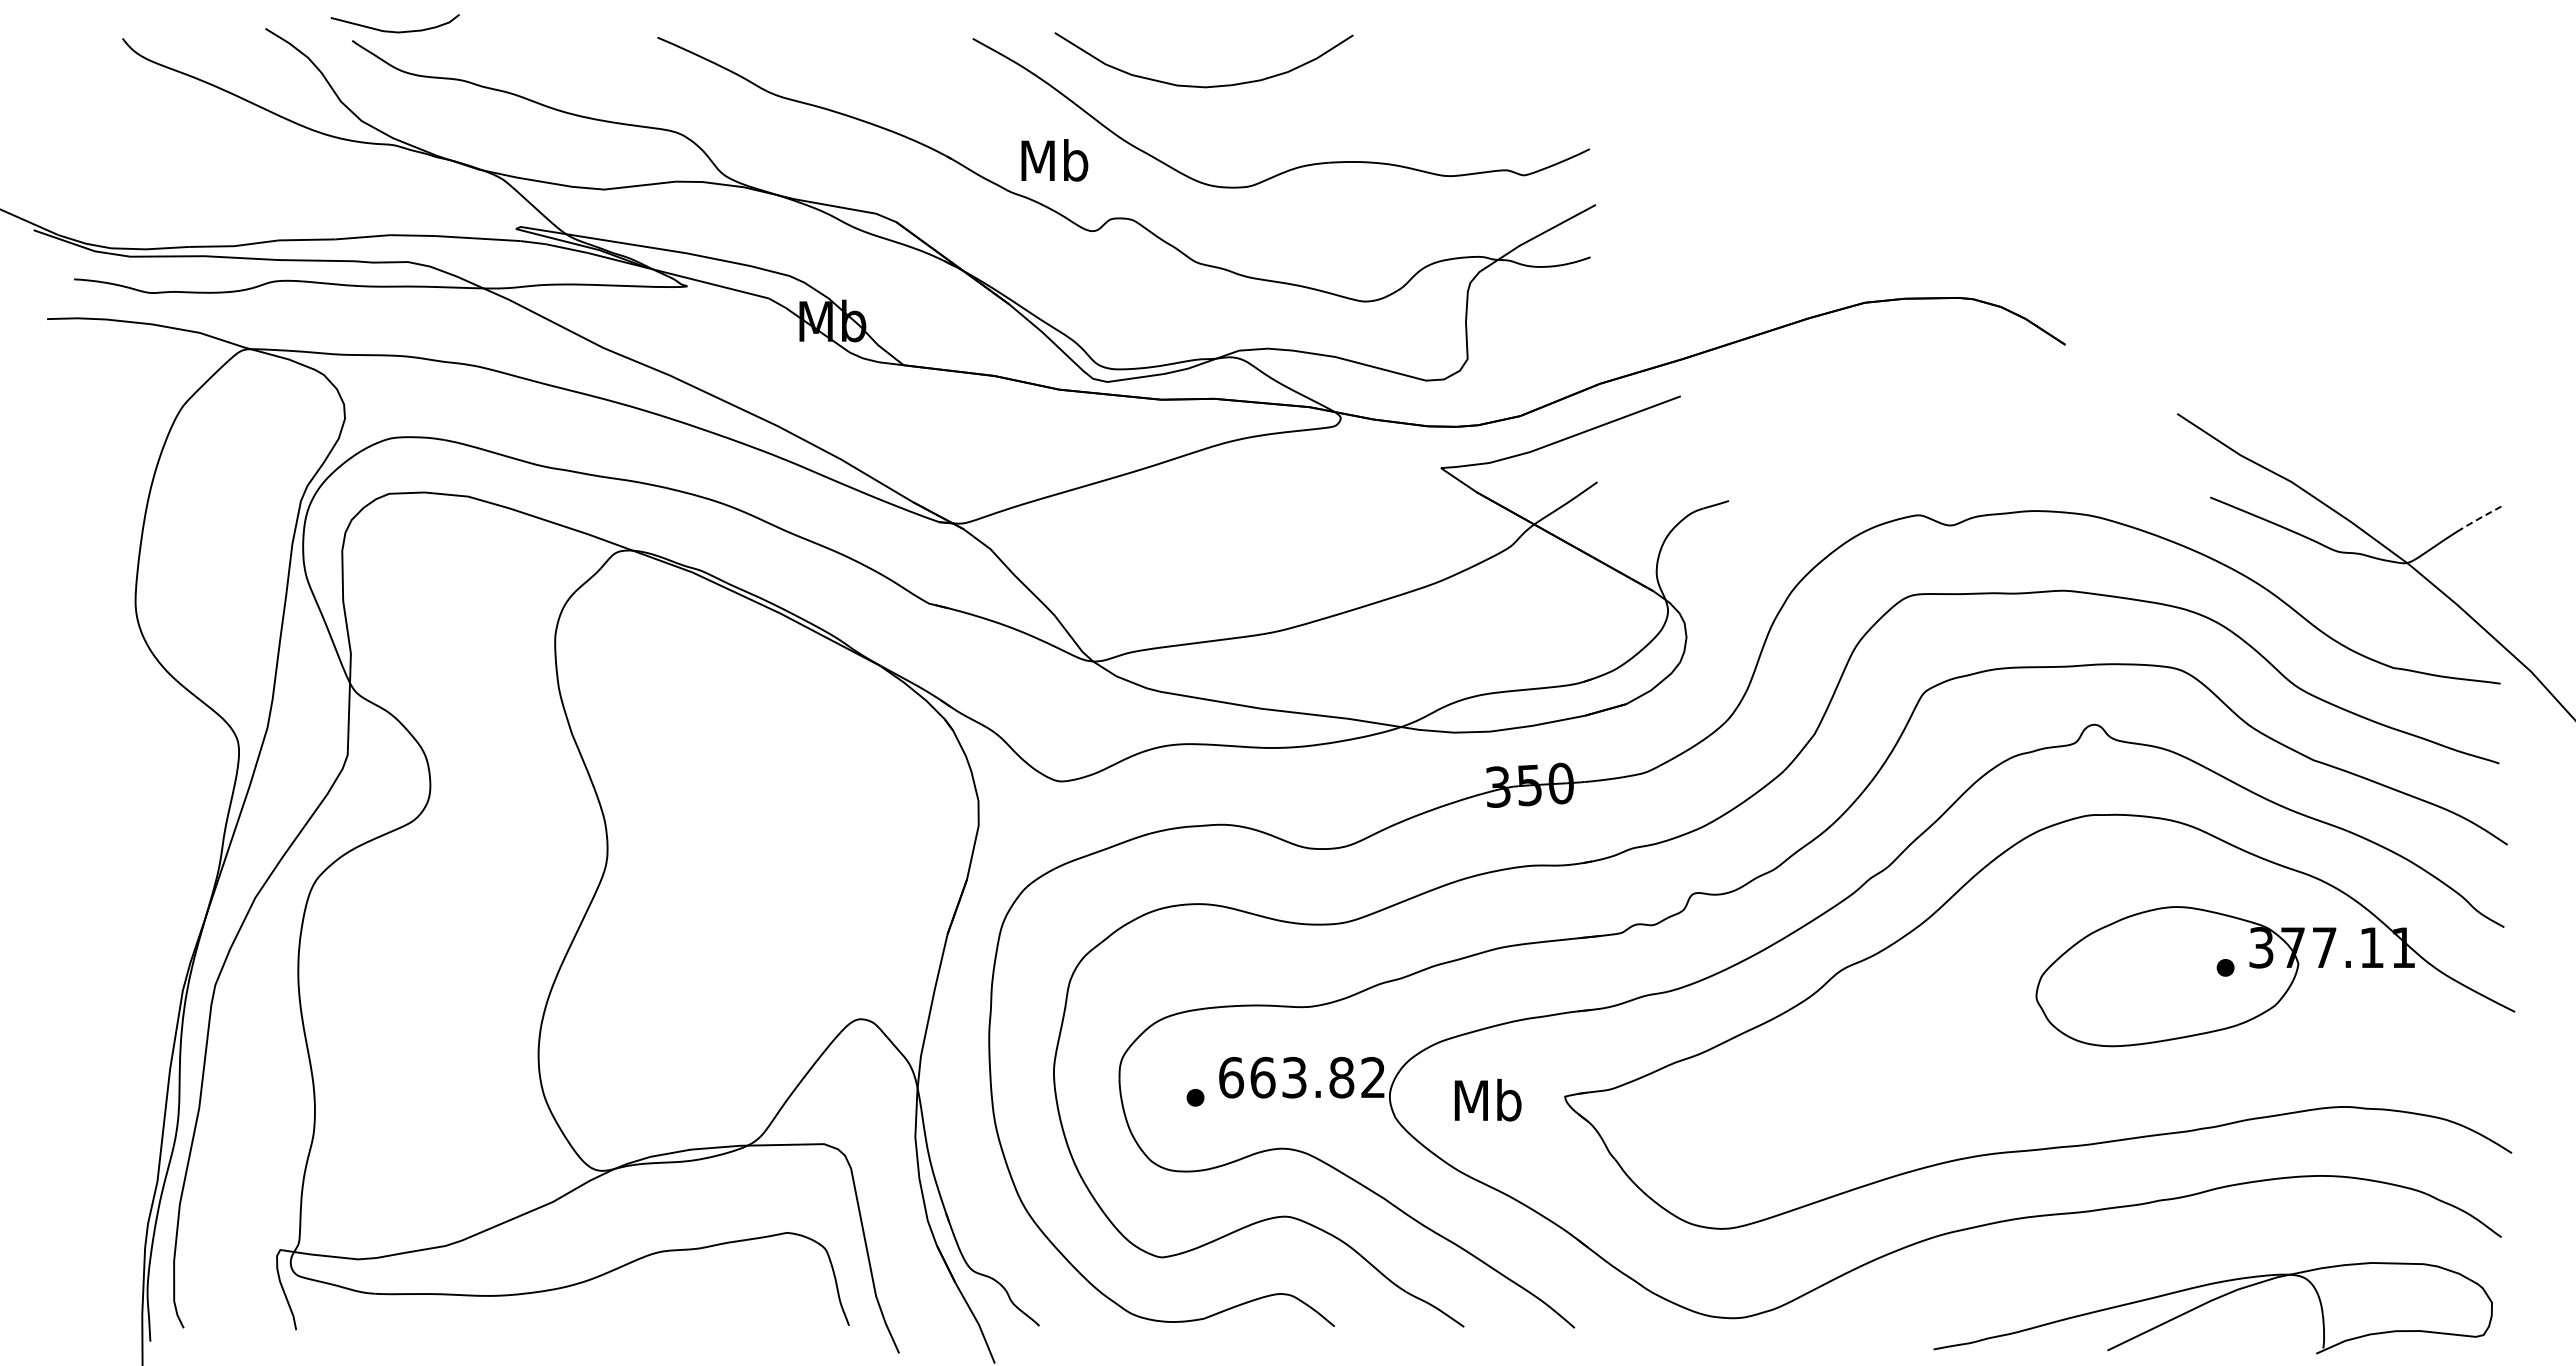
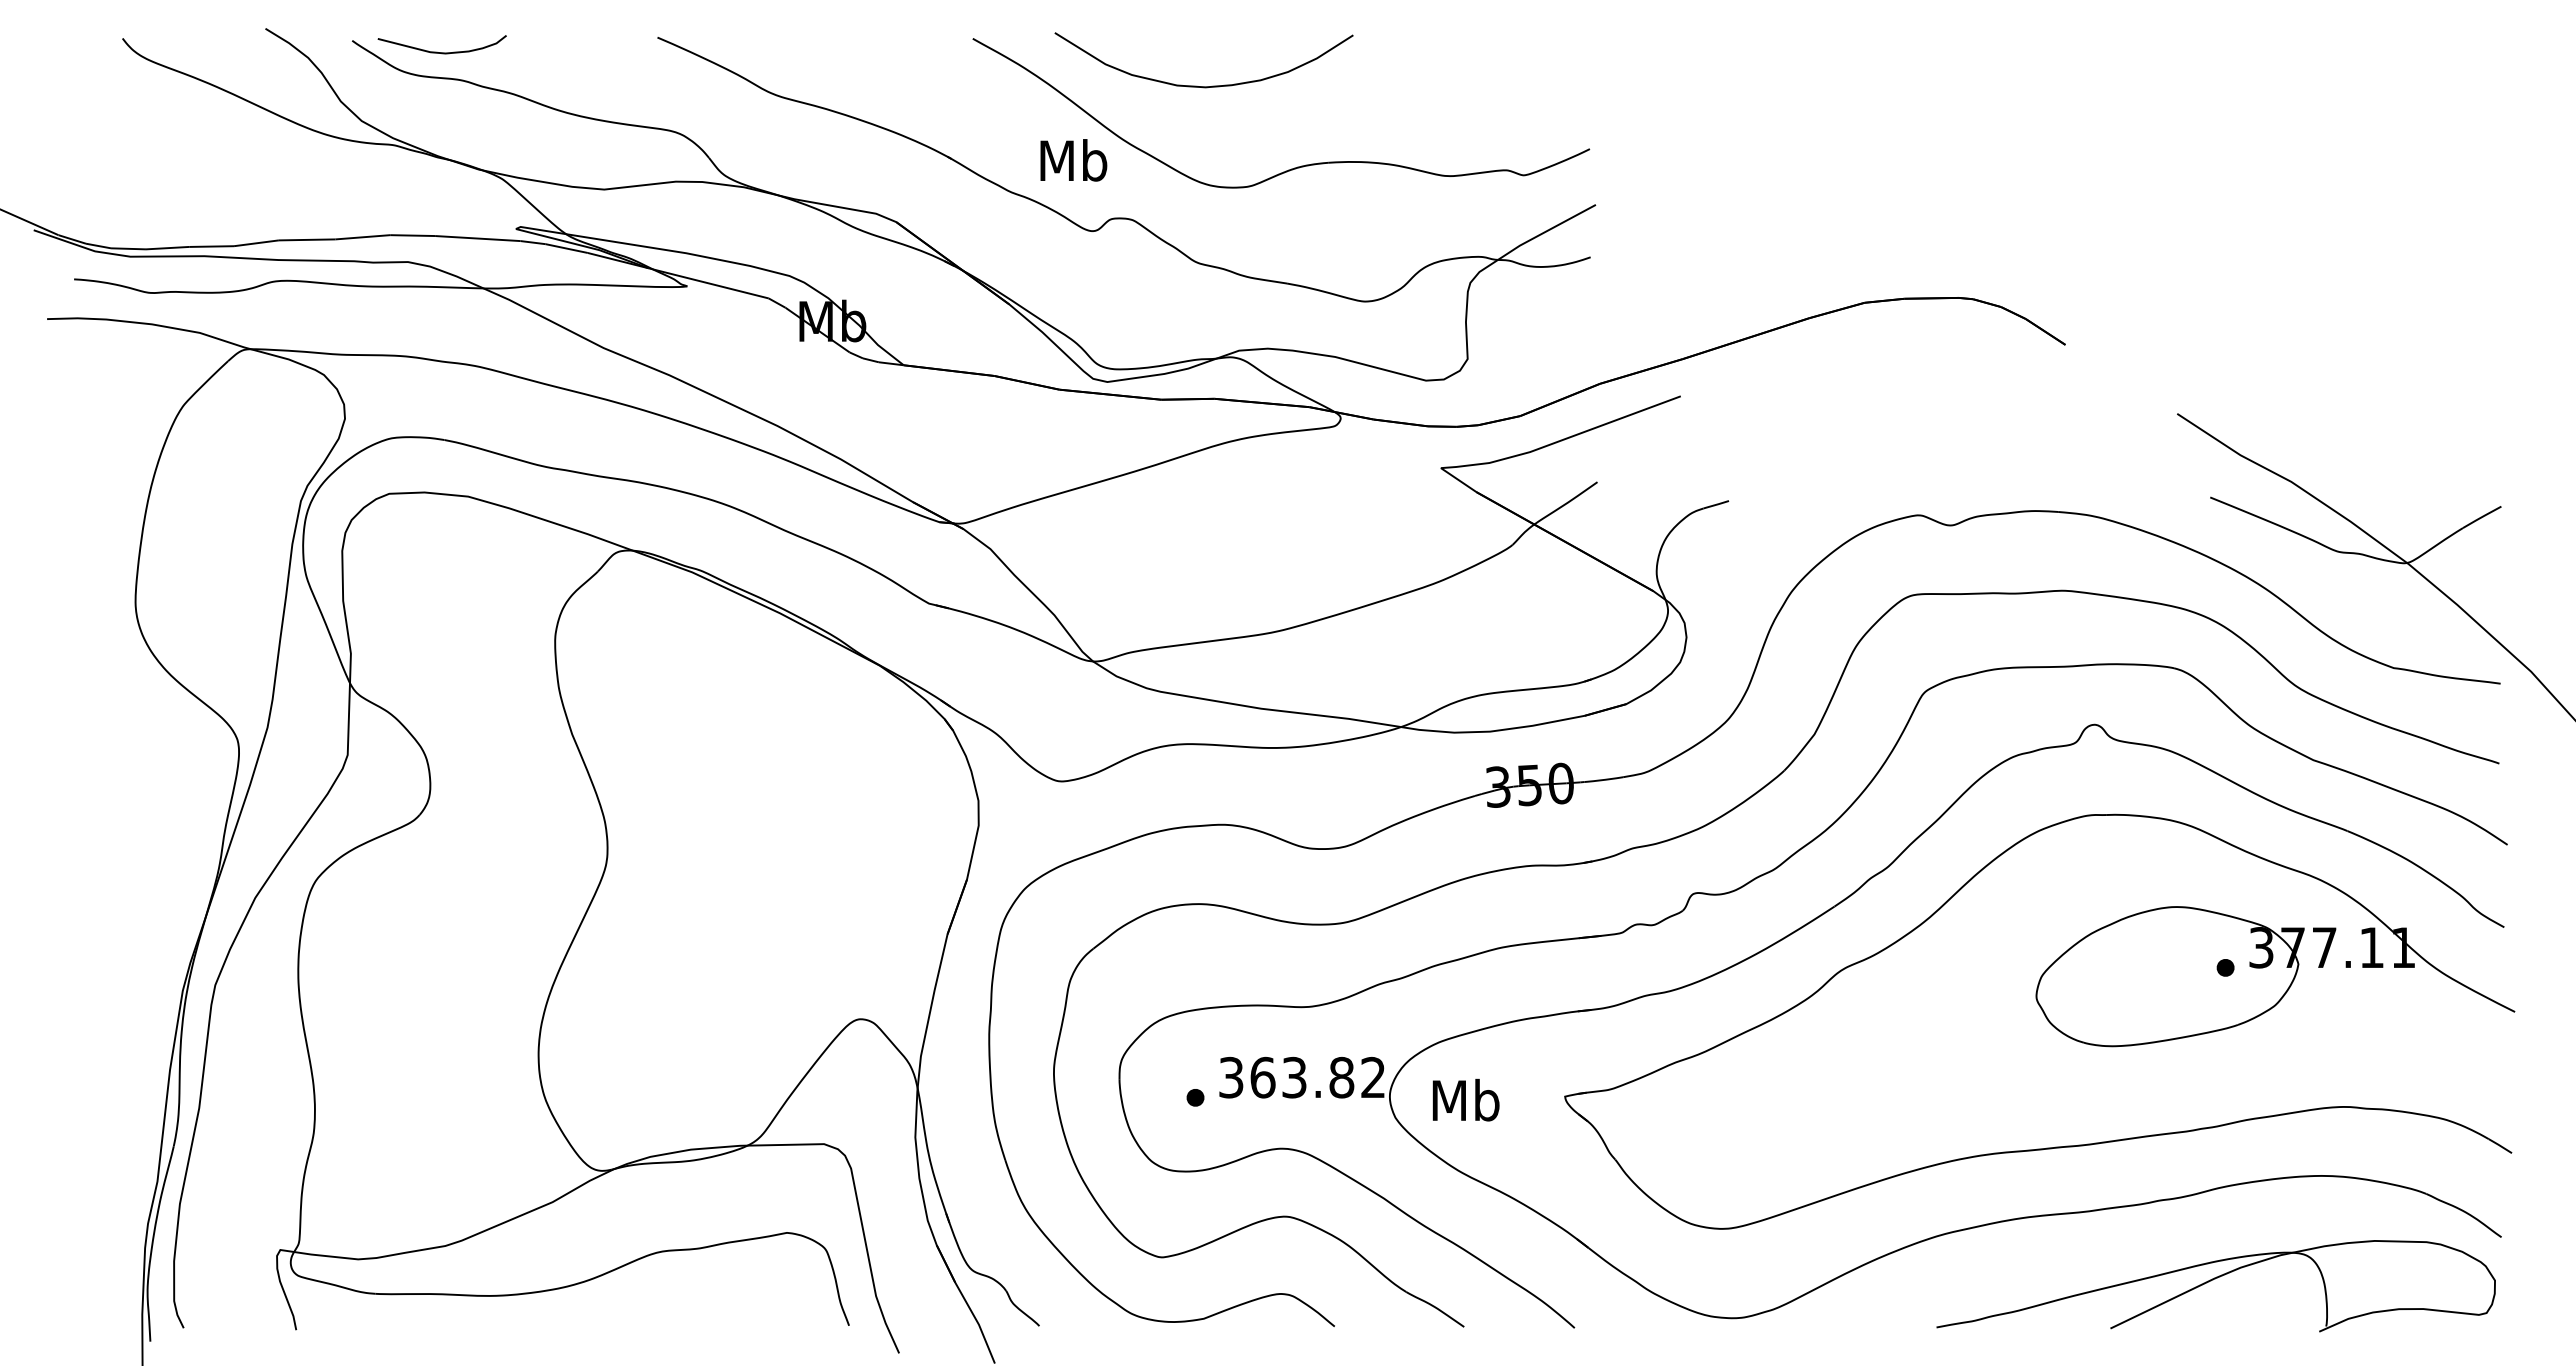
curve at (394, 31) position: (394, 31) -> (441, 52)
text at (1054, 160) position: (1054, 160) -> (1073, 160)
line at (2481, 517): dashed -> solid
text at (1231, 1077): 663.82 -> 363.82
text at (1487, 1099) position: (1487, 1099) -> (1465, 1099)
part at (2210, 1302) position: (2210, 1302) -> (2213, 1280)
